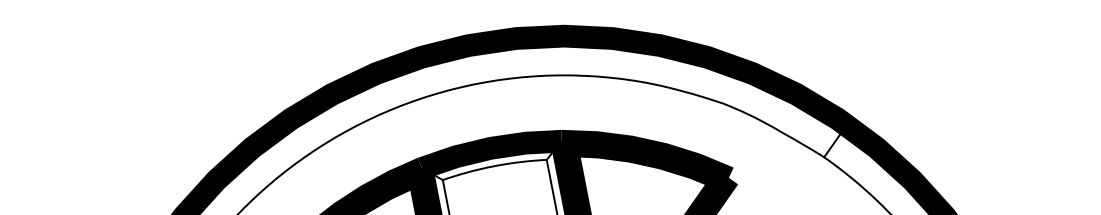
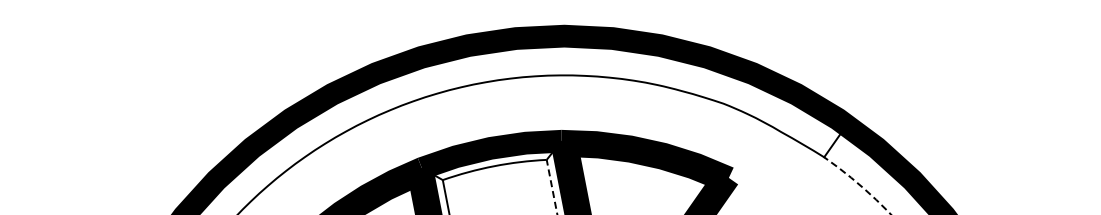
arc at (859, 184): solid -> dashed
line at (552, 187): solid -> dashed
